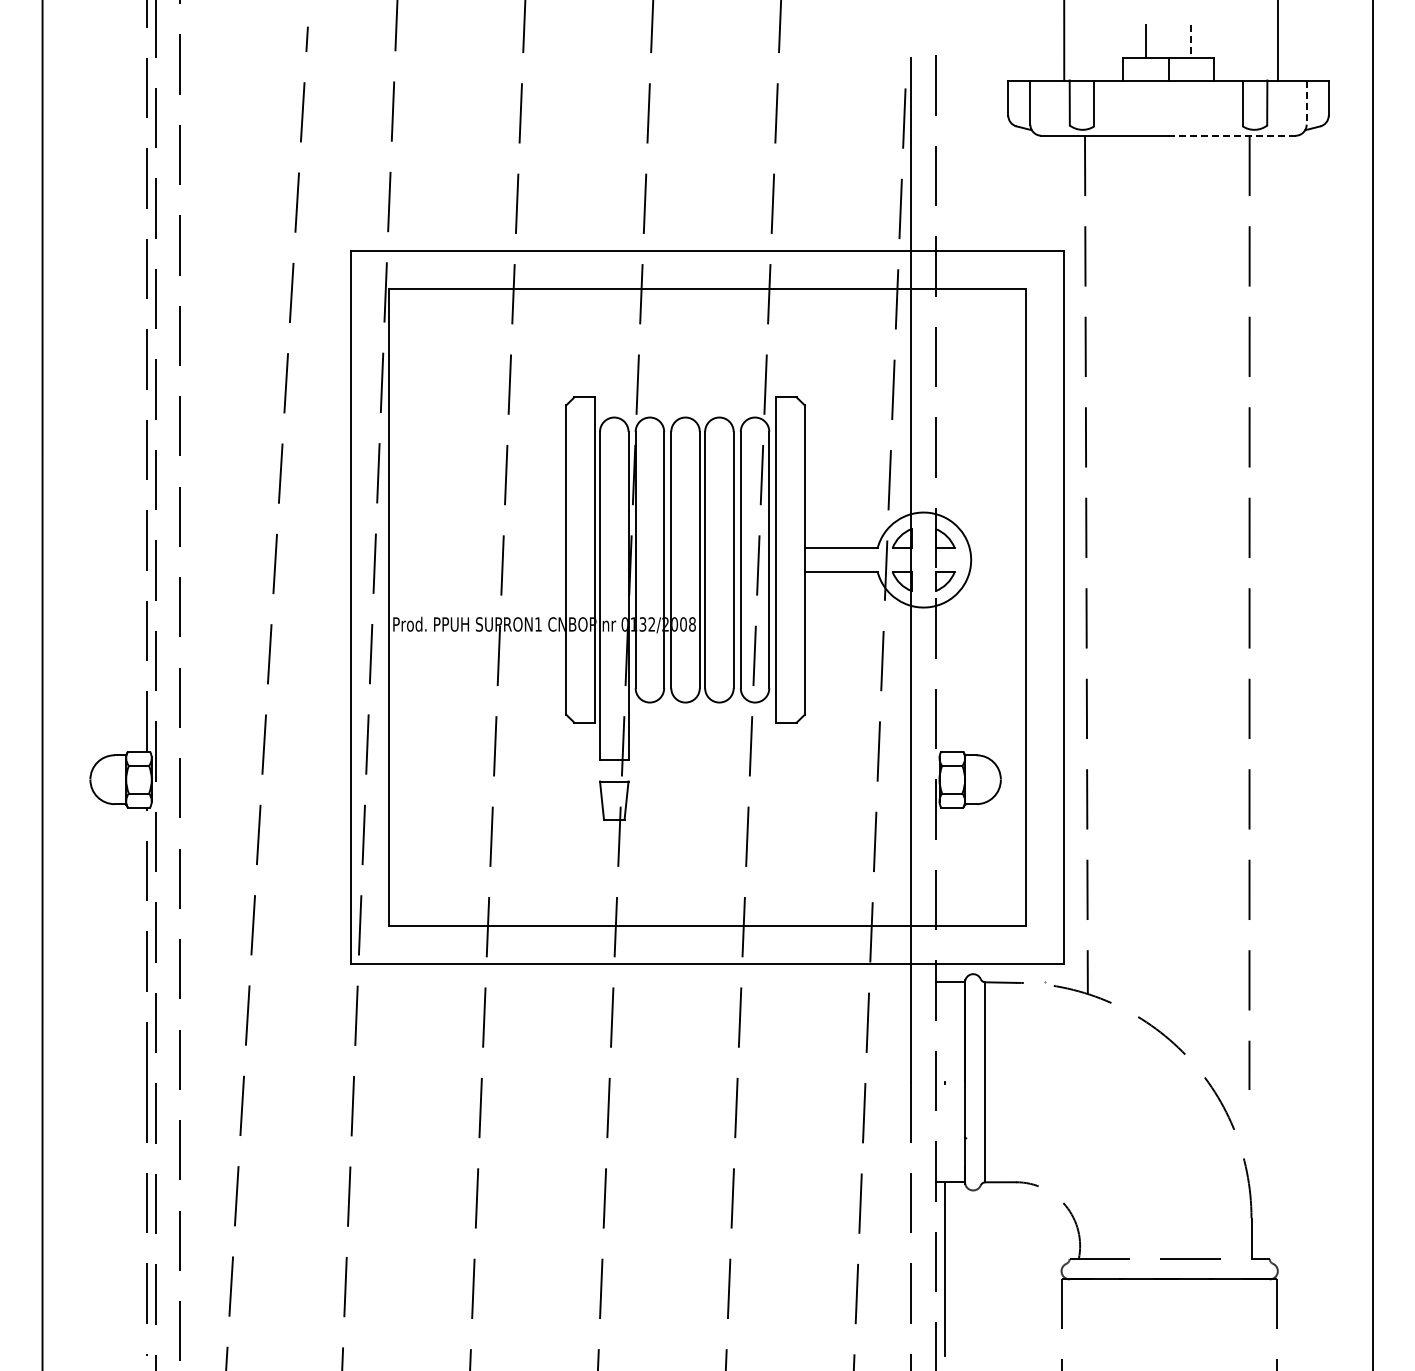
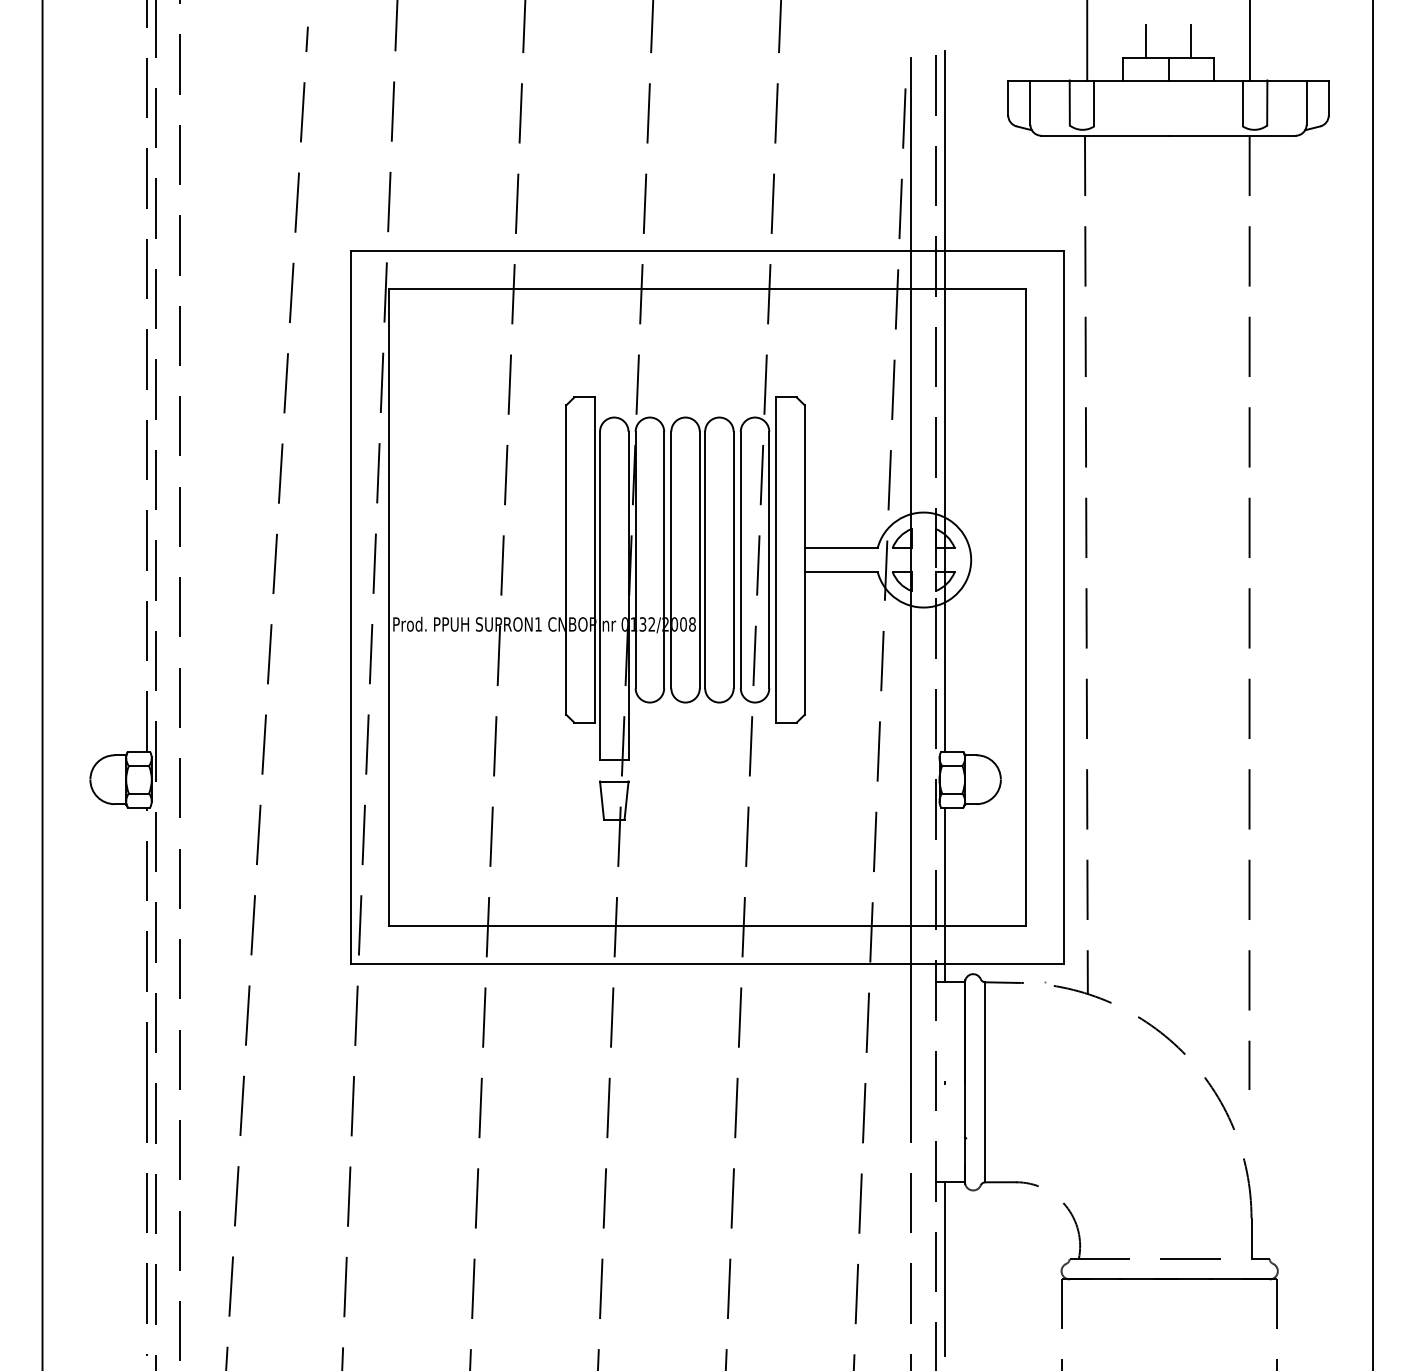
line at (1064, 41) position: (1064, 41) -> (1087, 41)
line at (1190, 41): dashed -> solid
line at (1277, 41) position: (1277, 41) -> (1249, 41)
line at (1306, 103): dashed -> solid
line at (1232, 135): dashed -> solid
line at (944, 401): none -> present
line at (944, 894): none -> present
